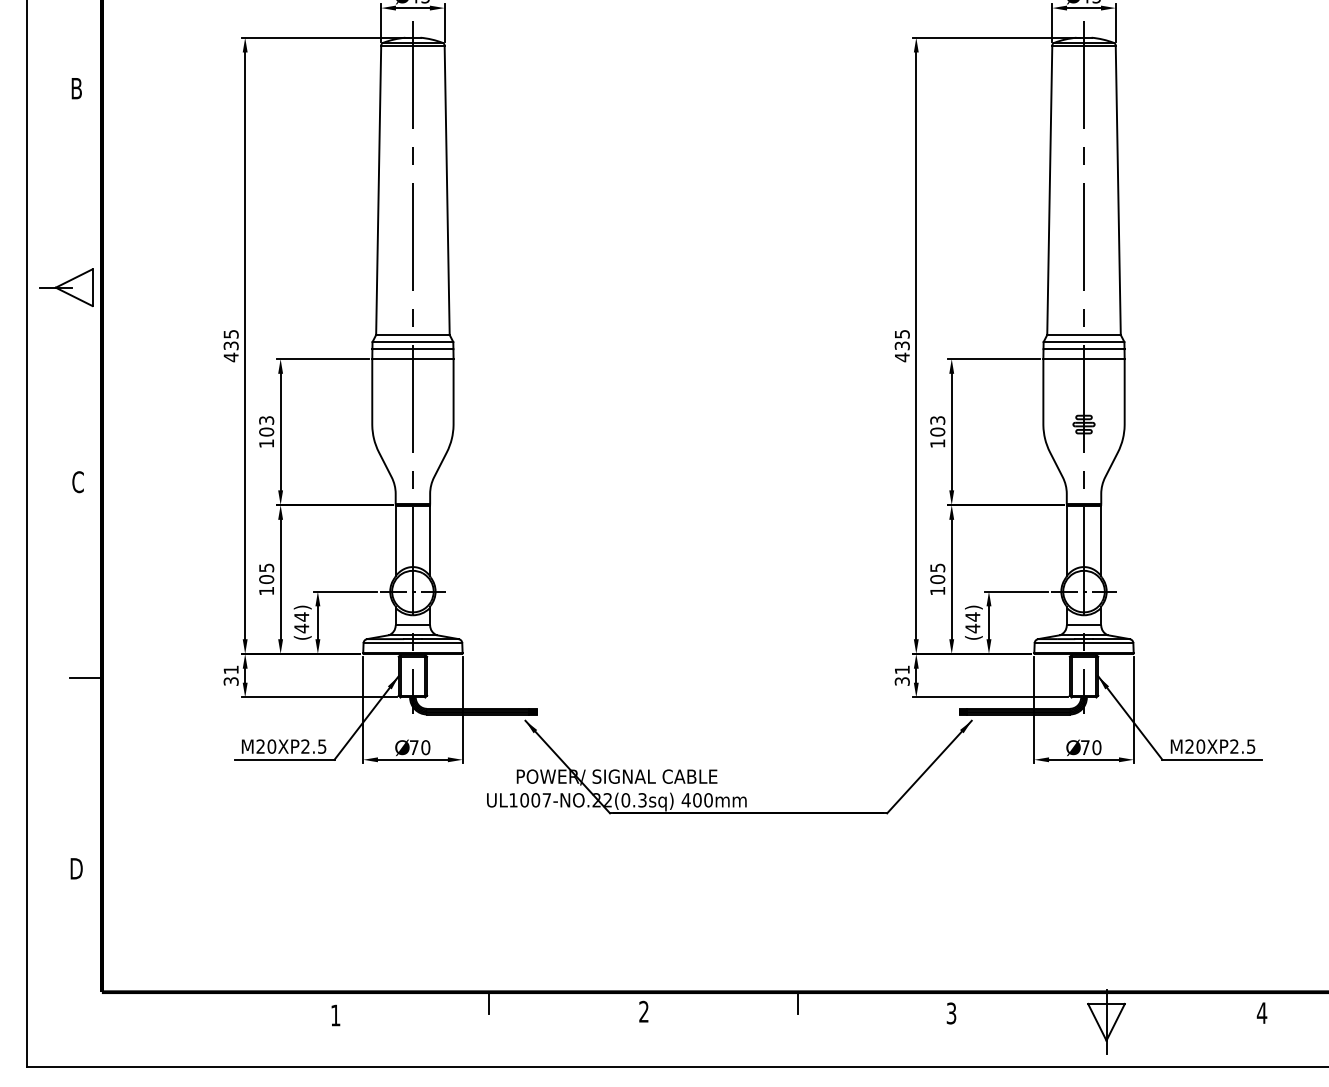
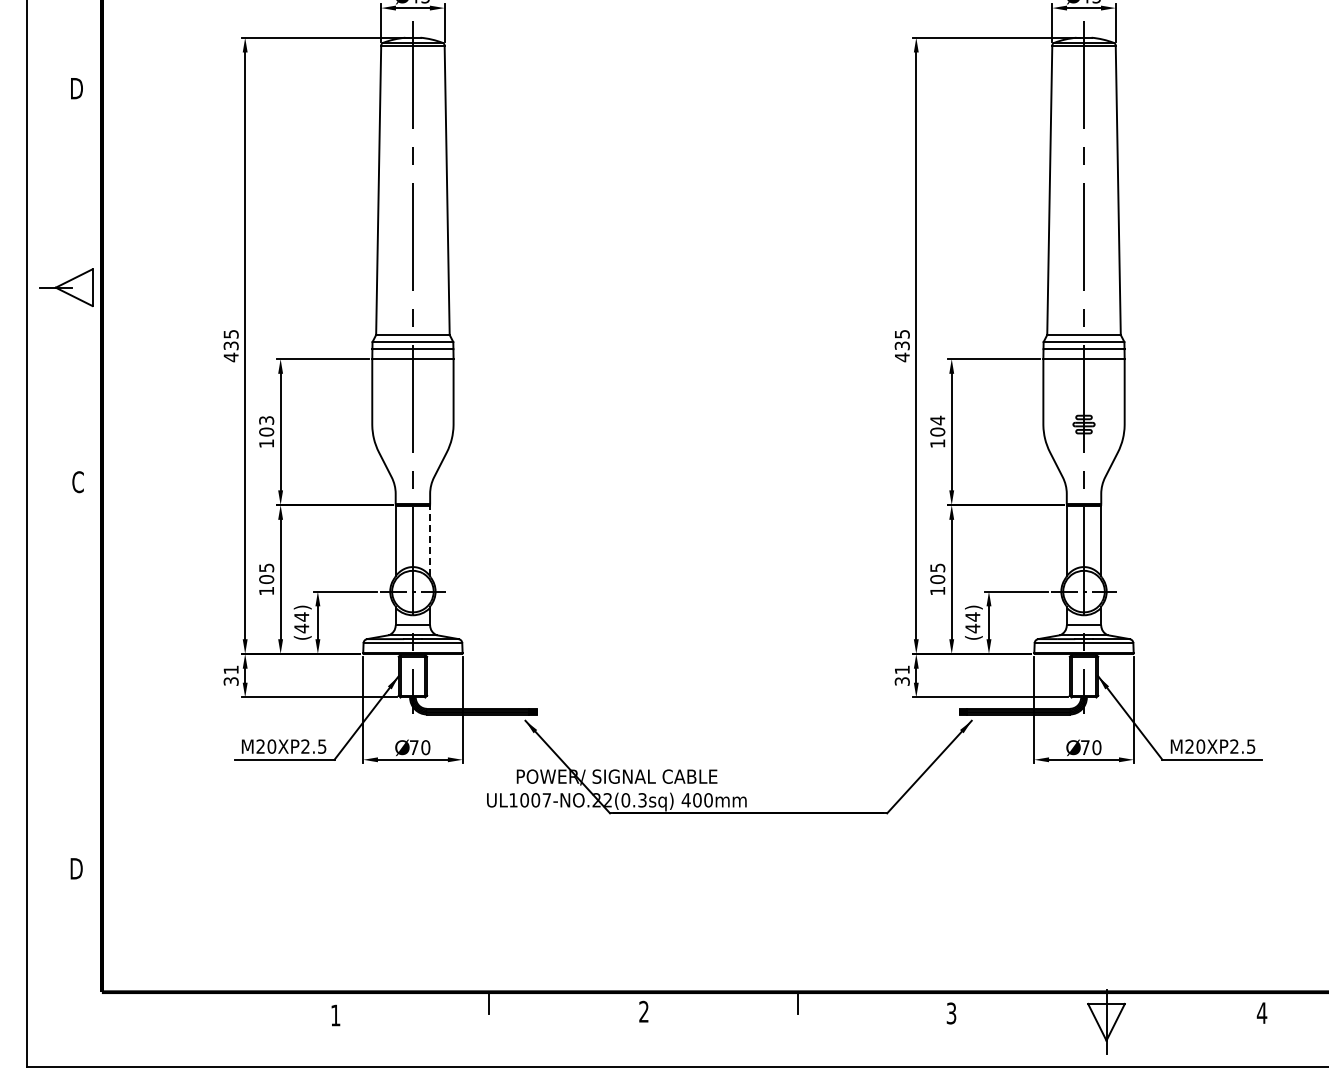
text at (76, 88): B -> D
text at (937, 420): 103 -> 104
line at (430, 540): solid -> dashed
line at (85, 677): present -> none
